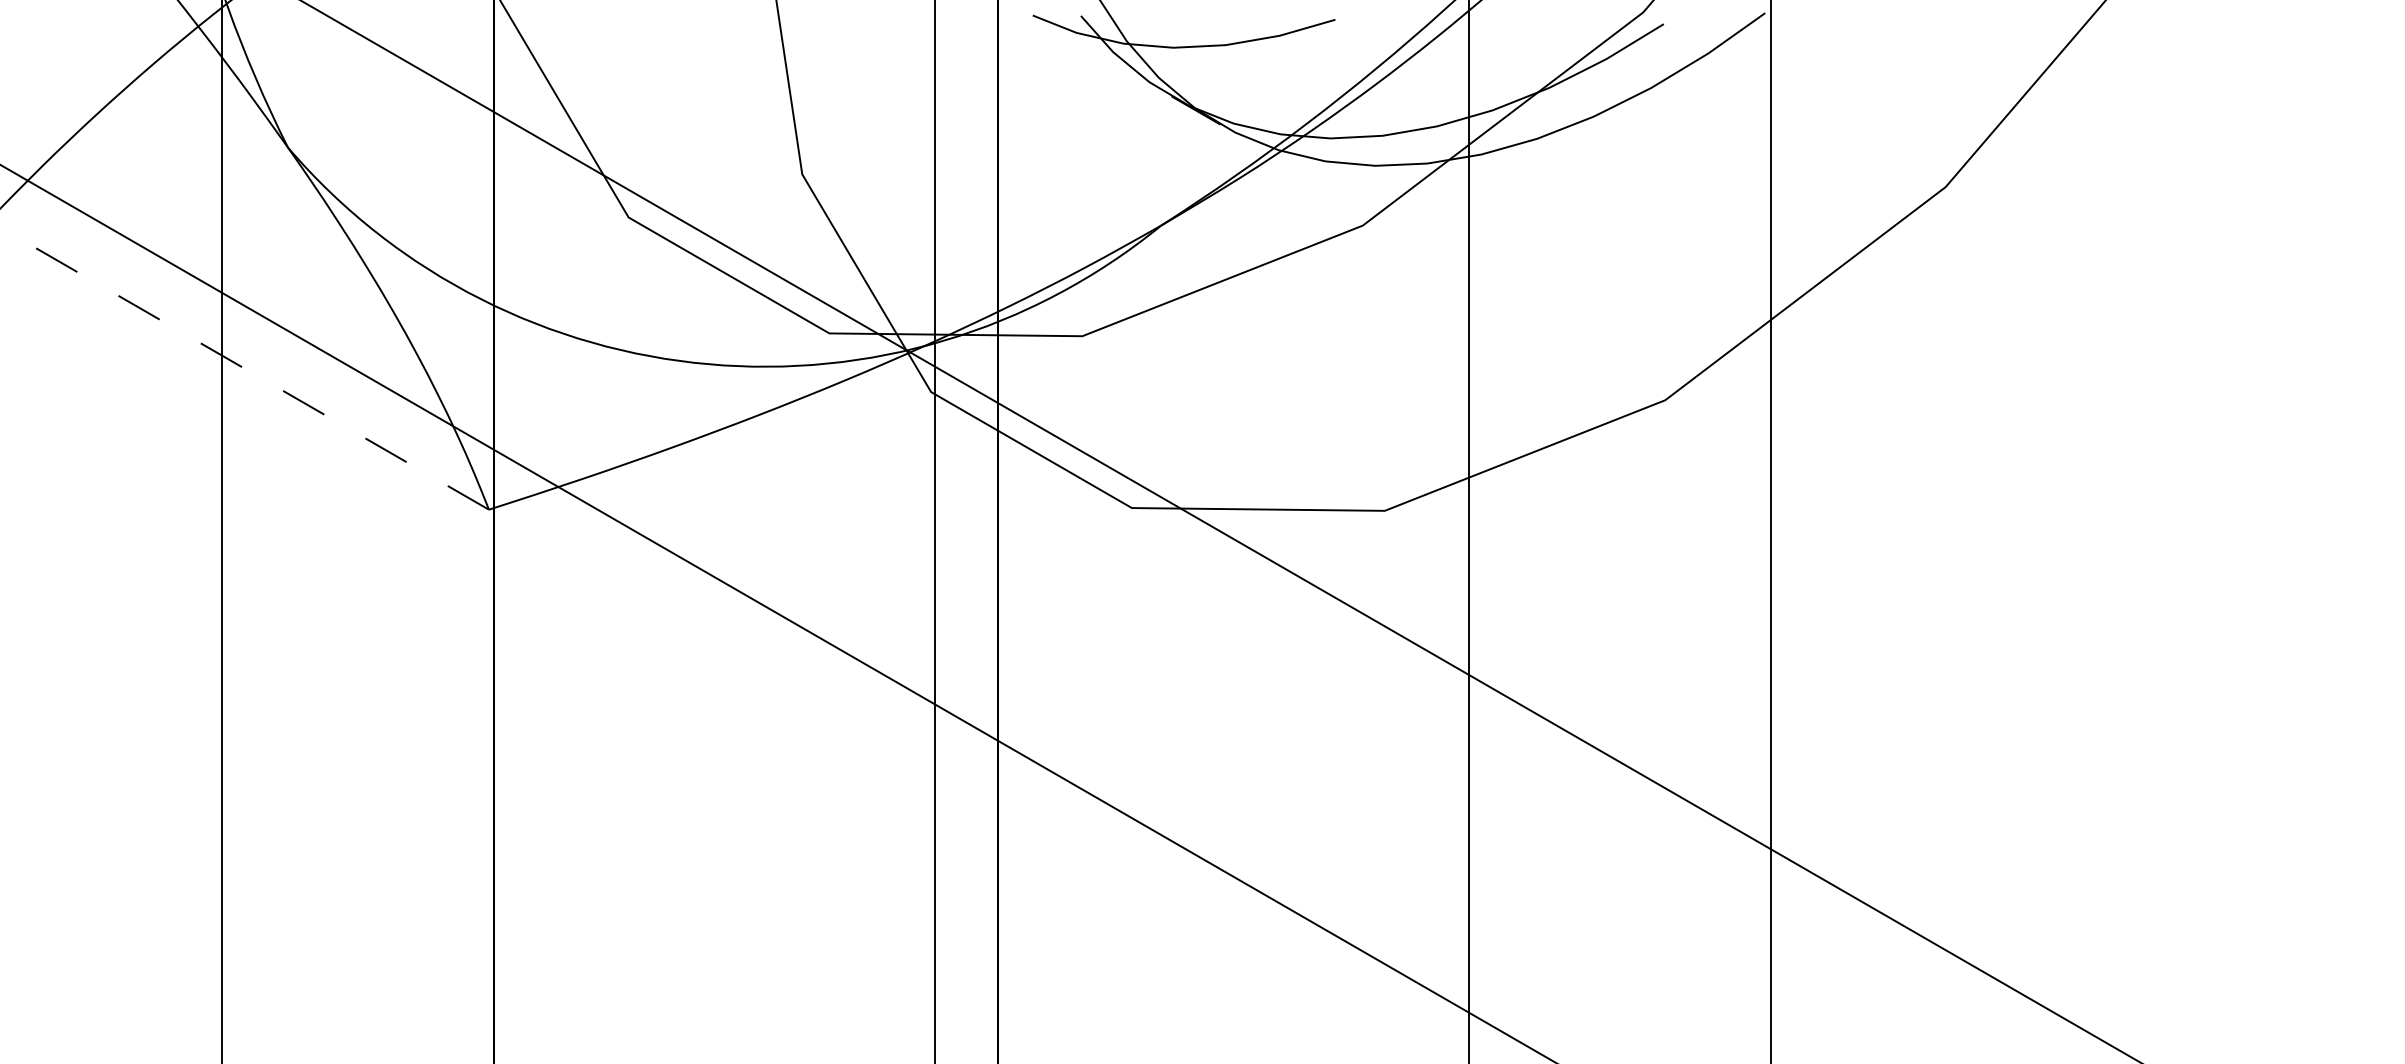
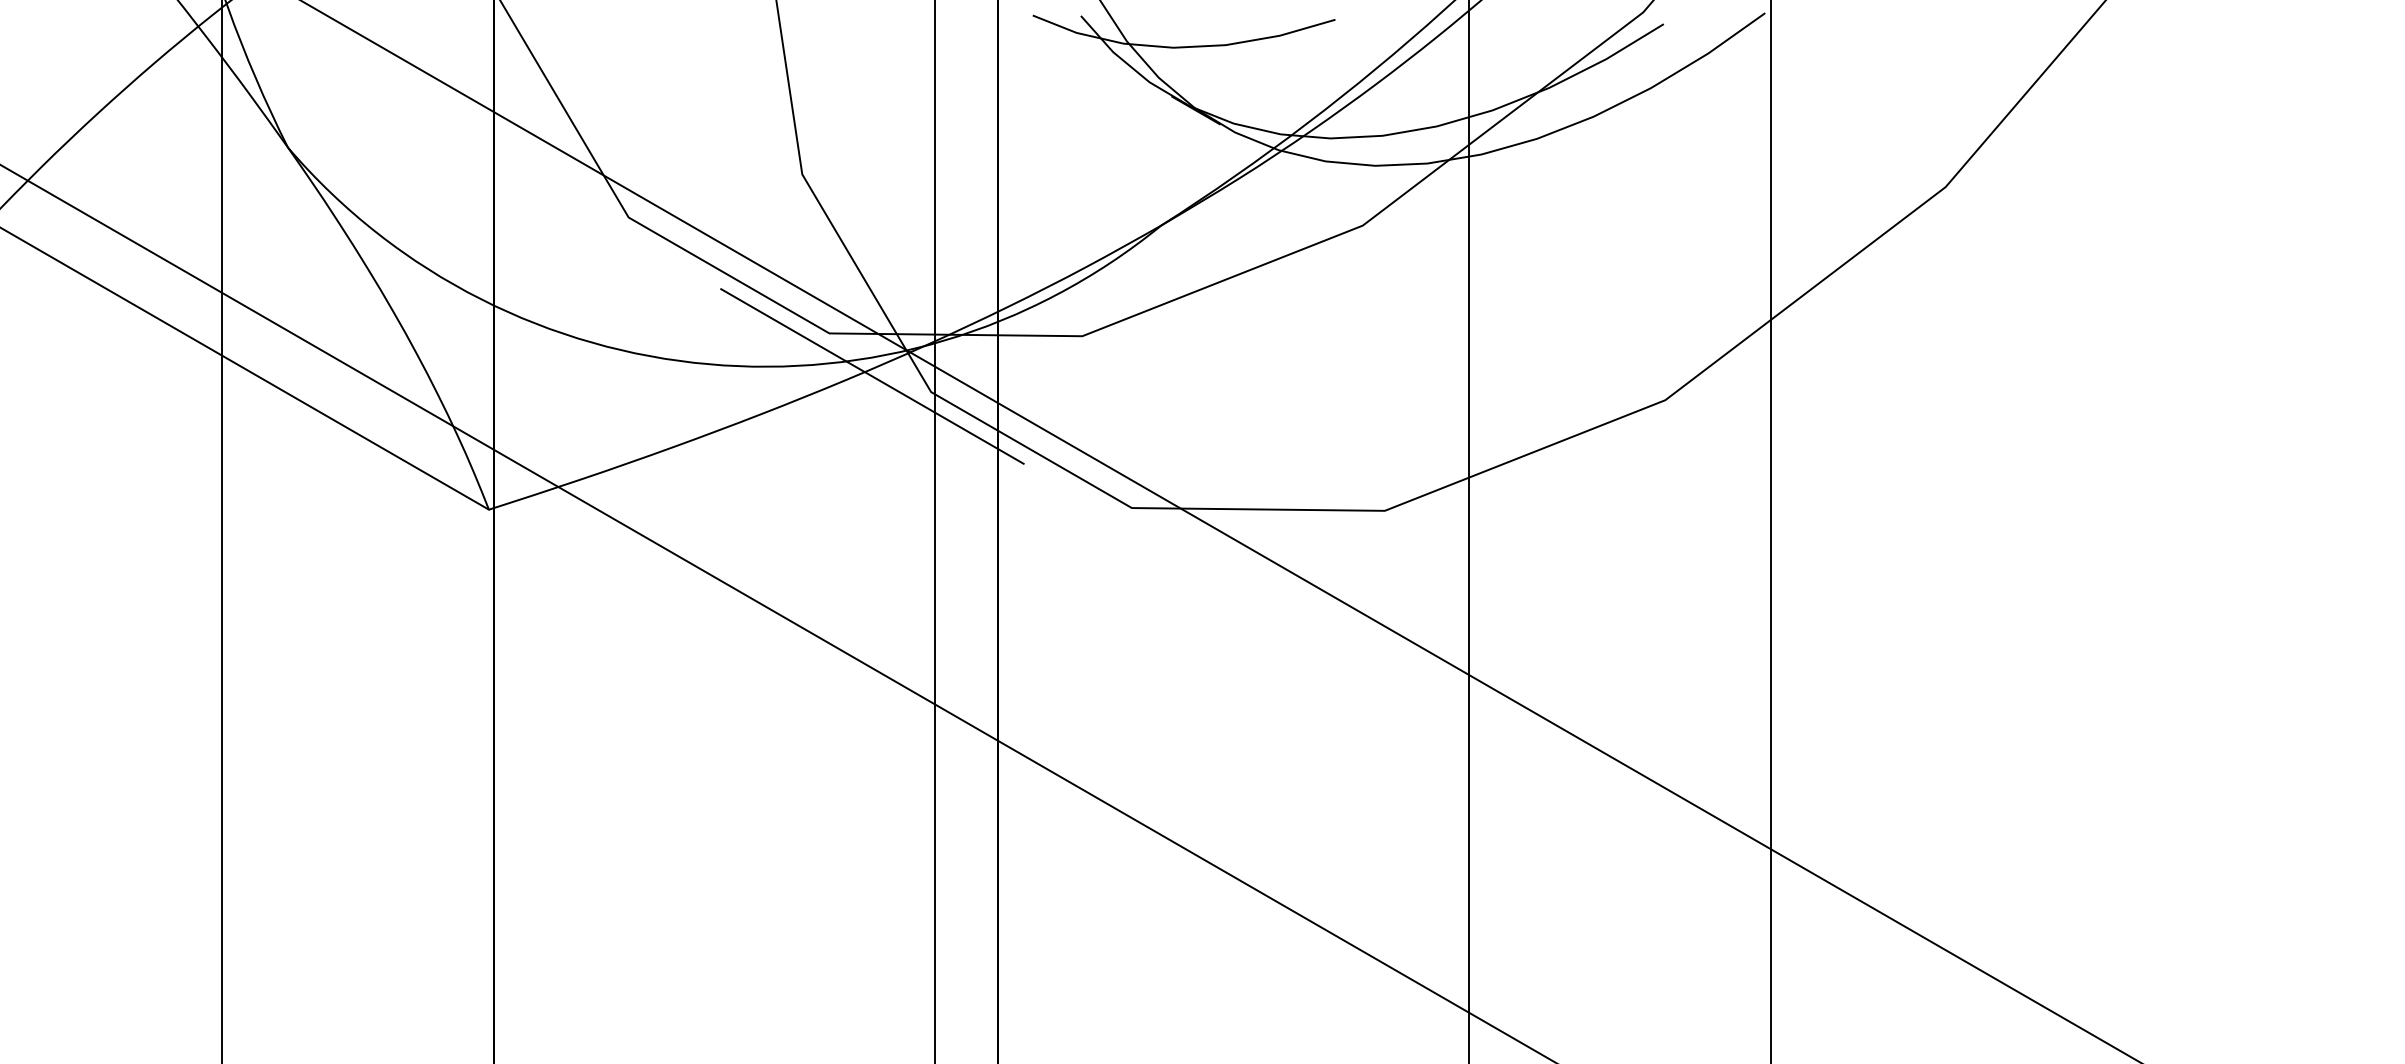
line at (244, 368): dashed -> solid
line at (872, 376): none -> present
